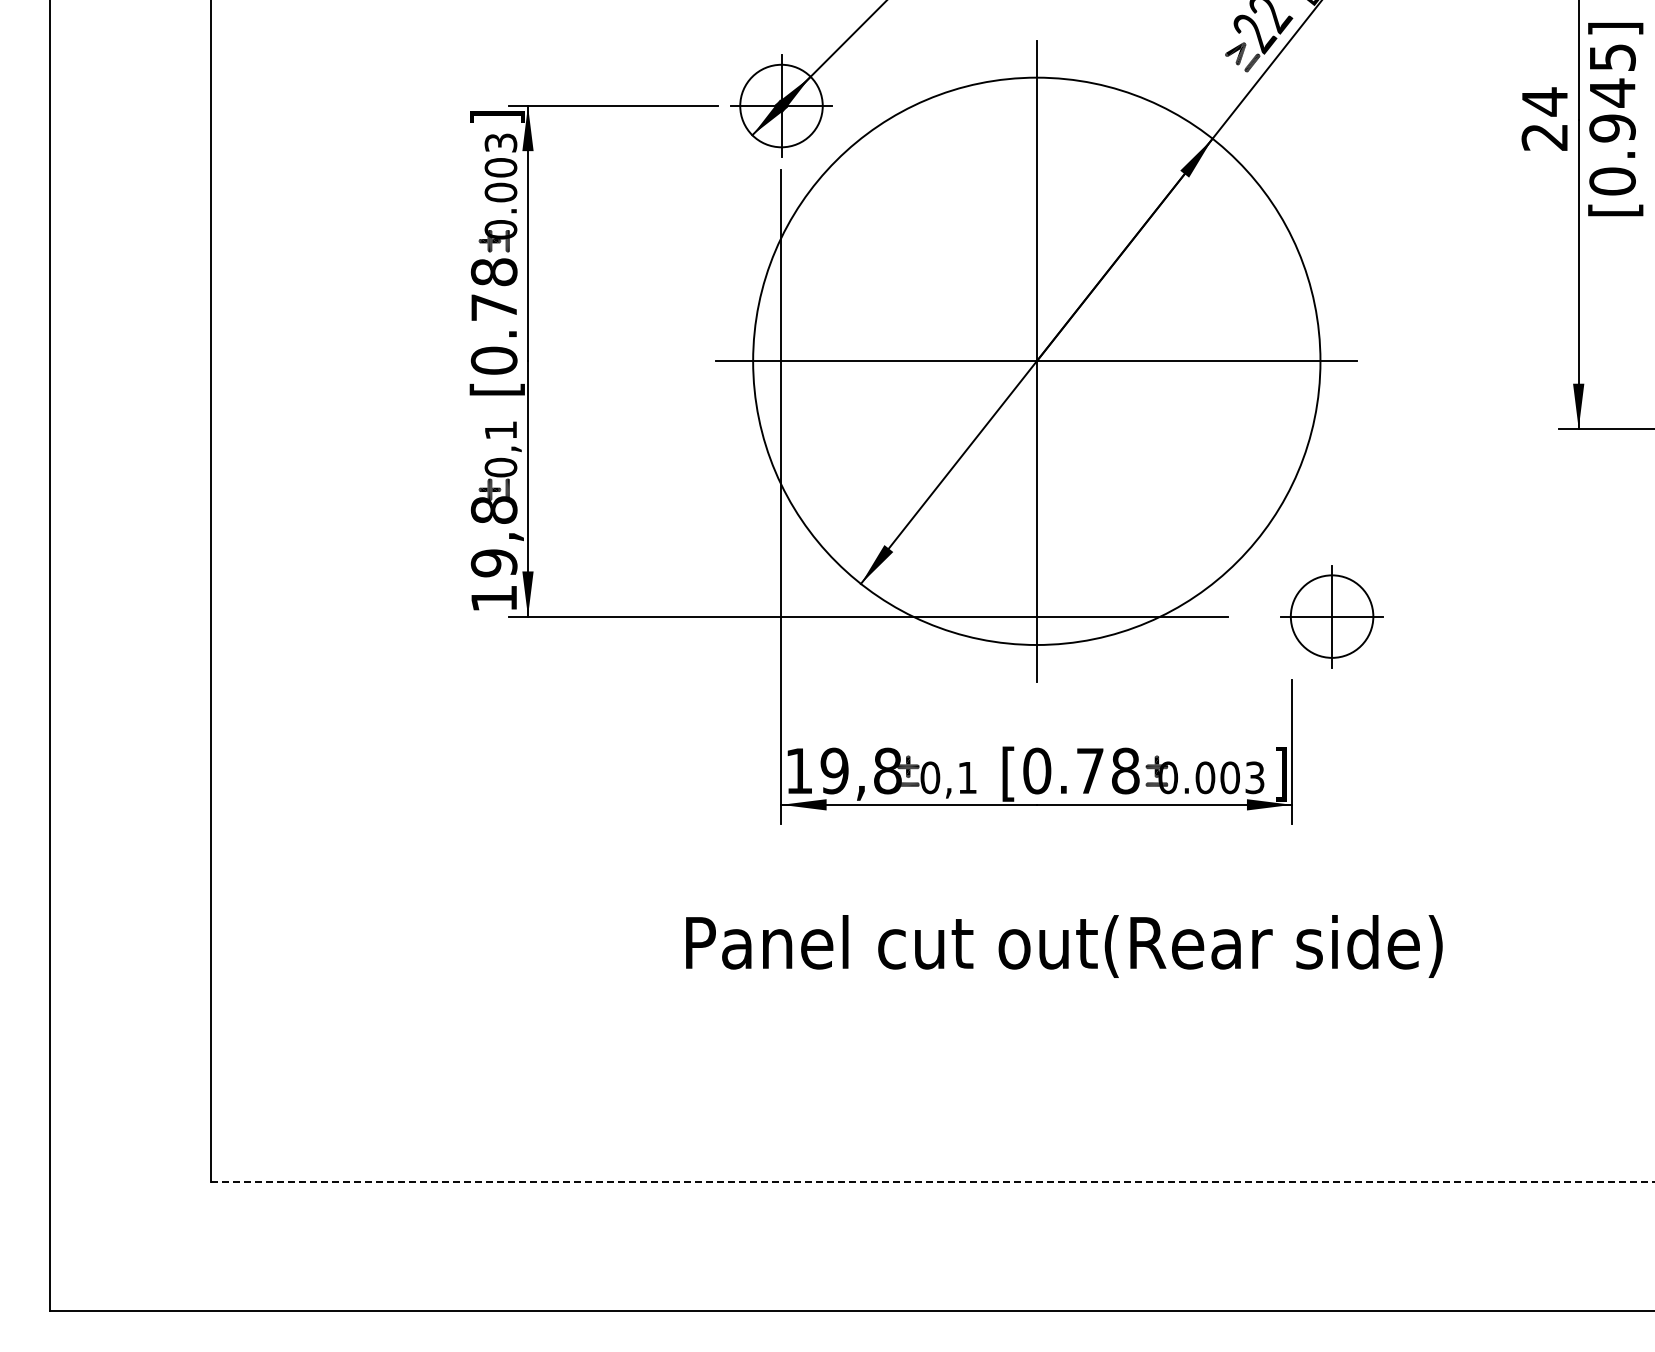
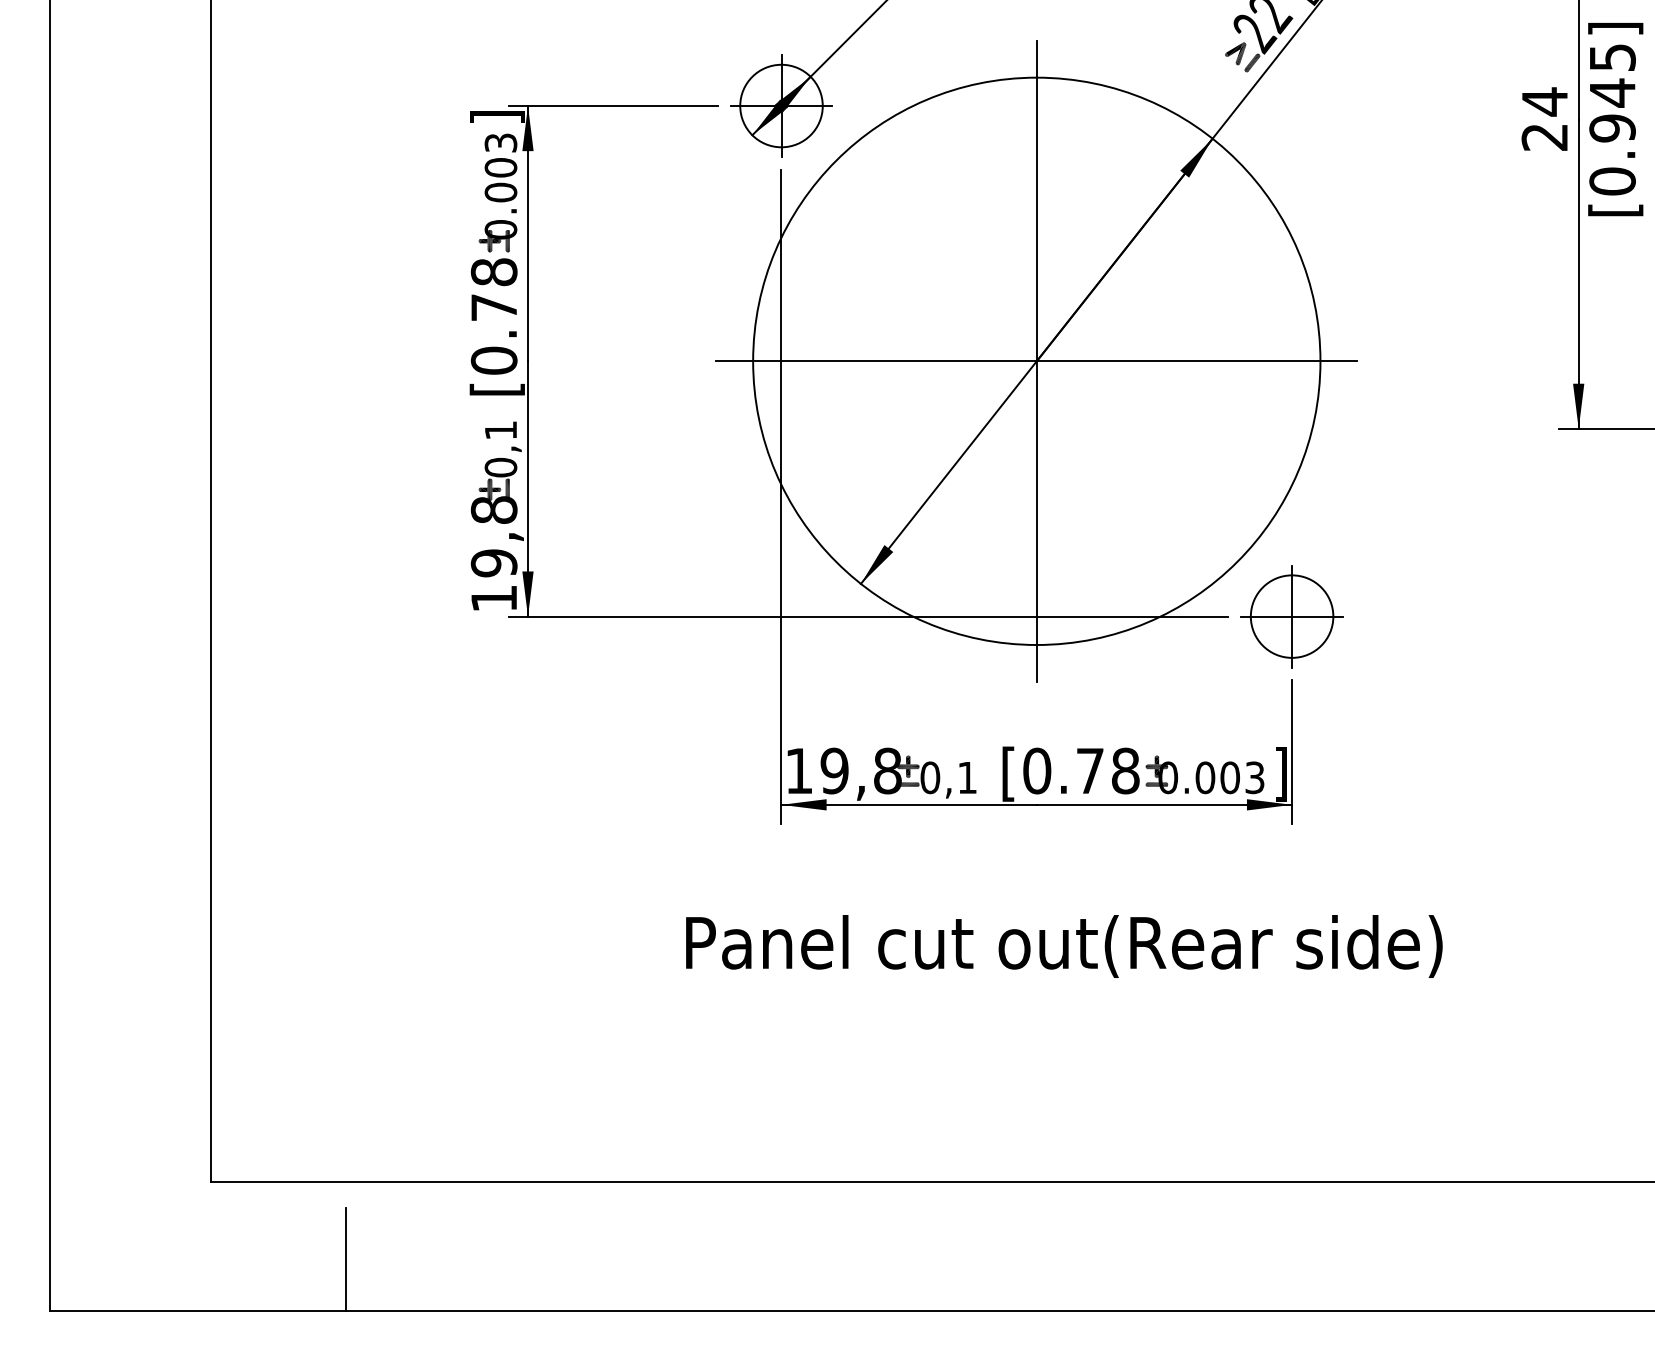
part at (1331, 616) position: (1331, 616) -> (1291, 616)
line at (932, 1182): dashed -> solid
line at (346, 1259): none -> present
